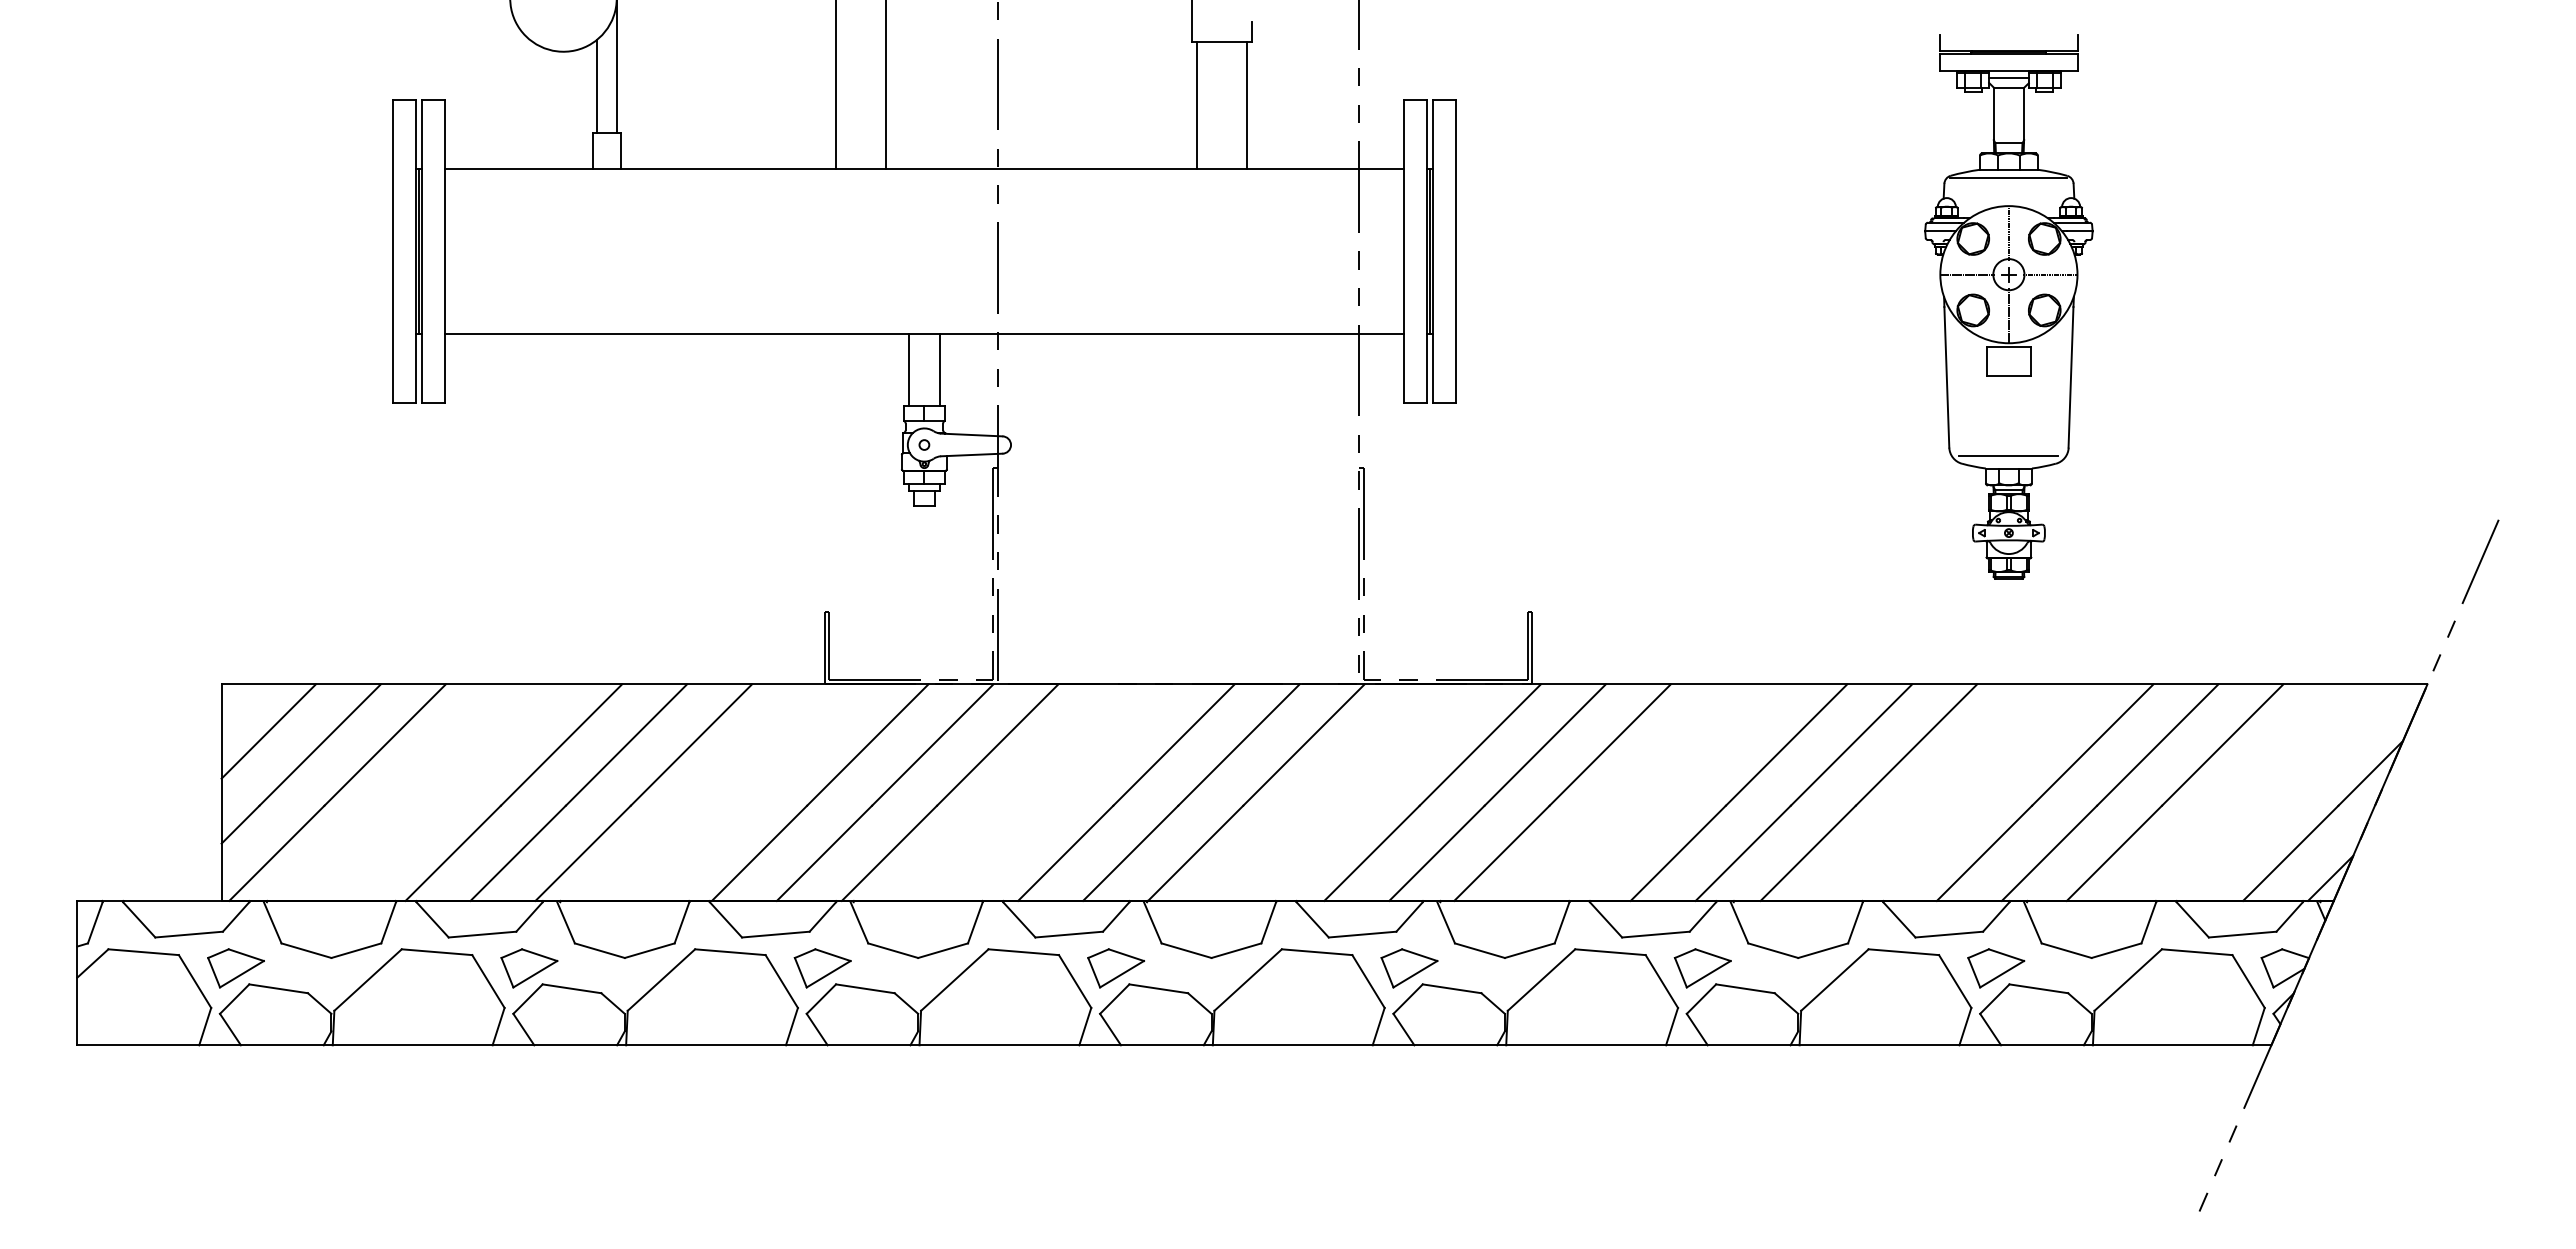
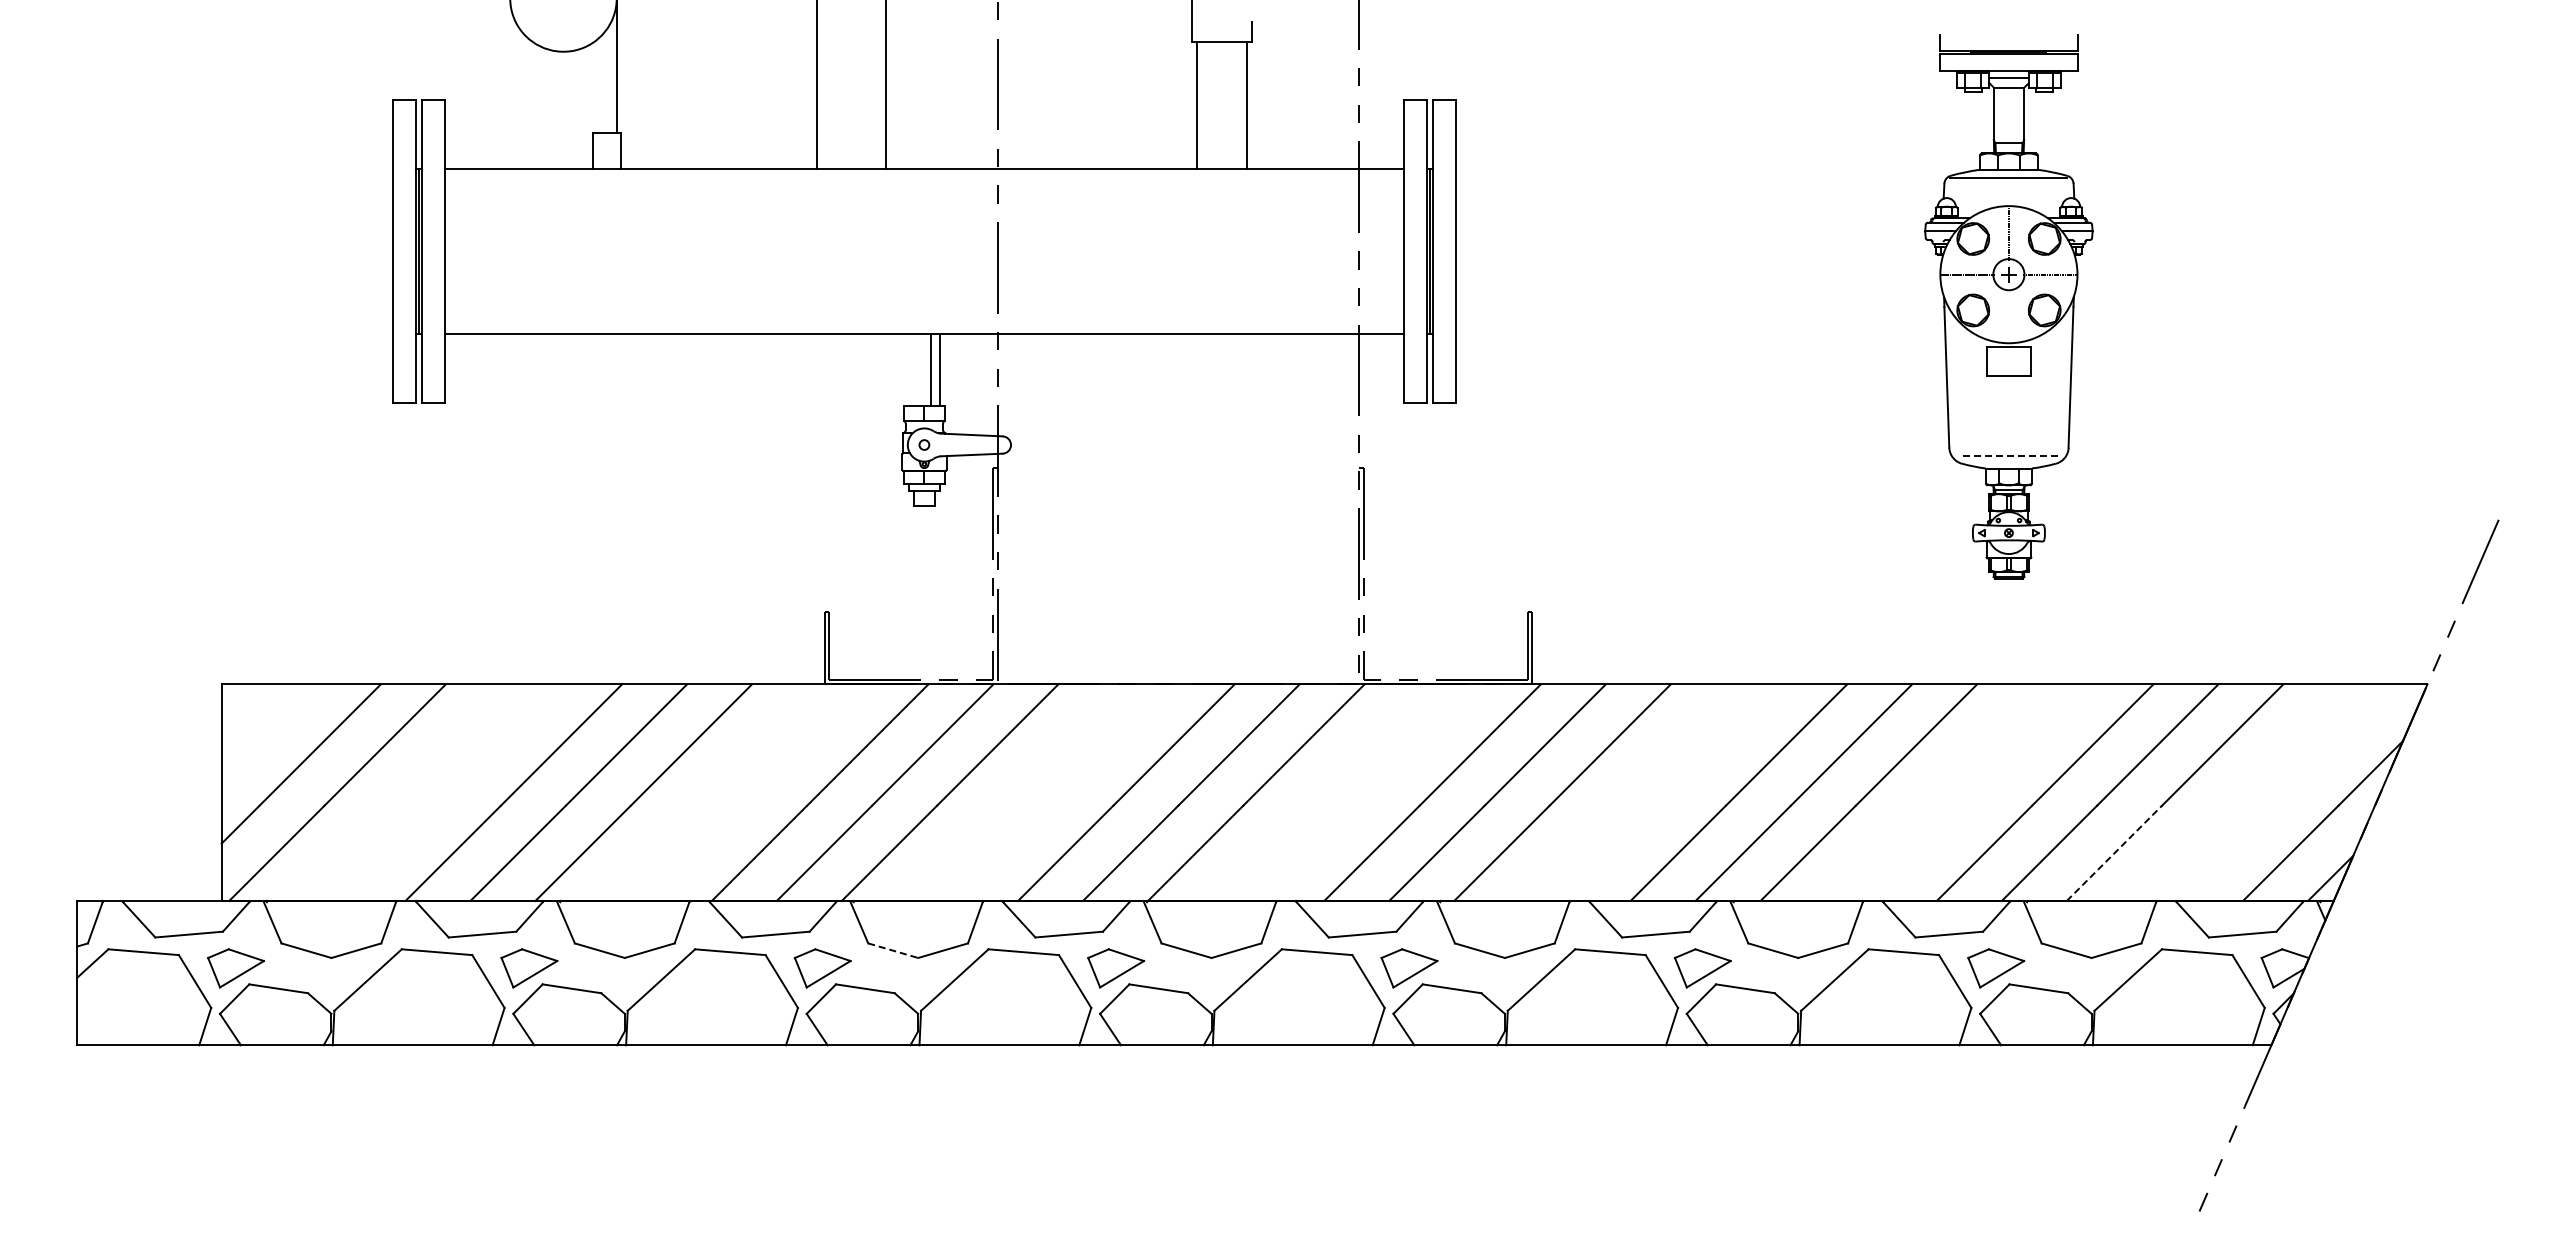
line at (836, 85) position: (836, 85) -> (817, 85)
line at (596, 86): present -> none
line at (2008, 315): present -> none
line at (908, 369) position: (908, 369) -> (930, 369)
line at (2008, 455): solid -> dashed
line at (268, 731): present -> none
line at (2114, 852): solid -> dashed
line at (893, 950): solid -> dashed
